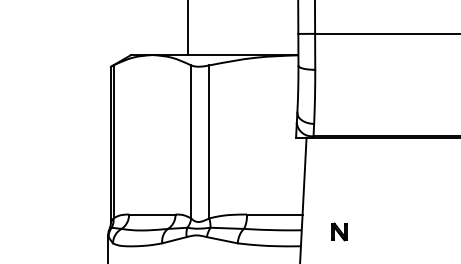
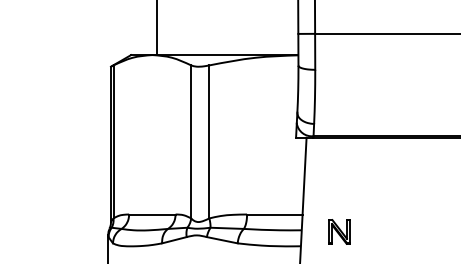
line at (187, 28) position: (187, 28) -> (156, 28)
part at (339, 231) size: 17x20 px -> 23x26 px
